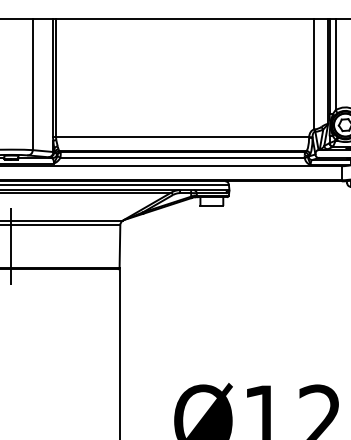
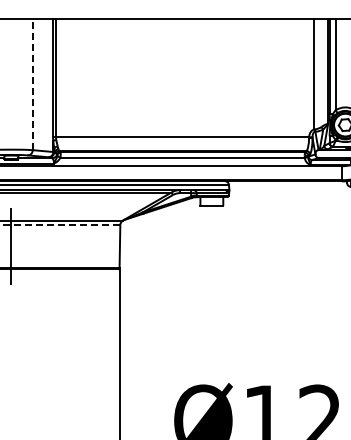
line at (32, 84): solid -> dashed
line at (60, 225): solid -> dashed
